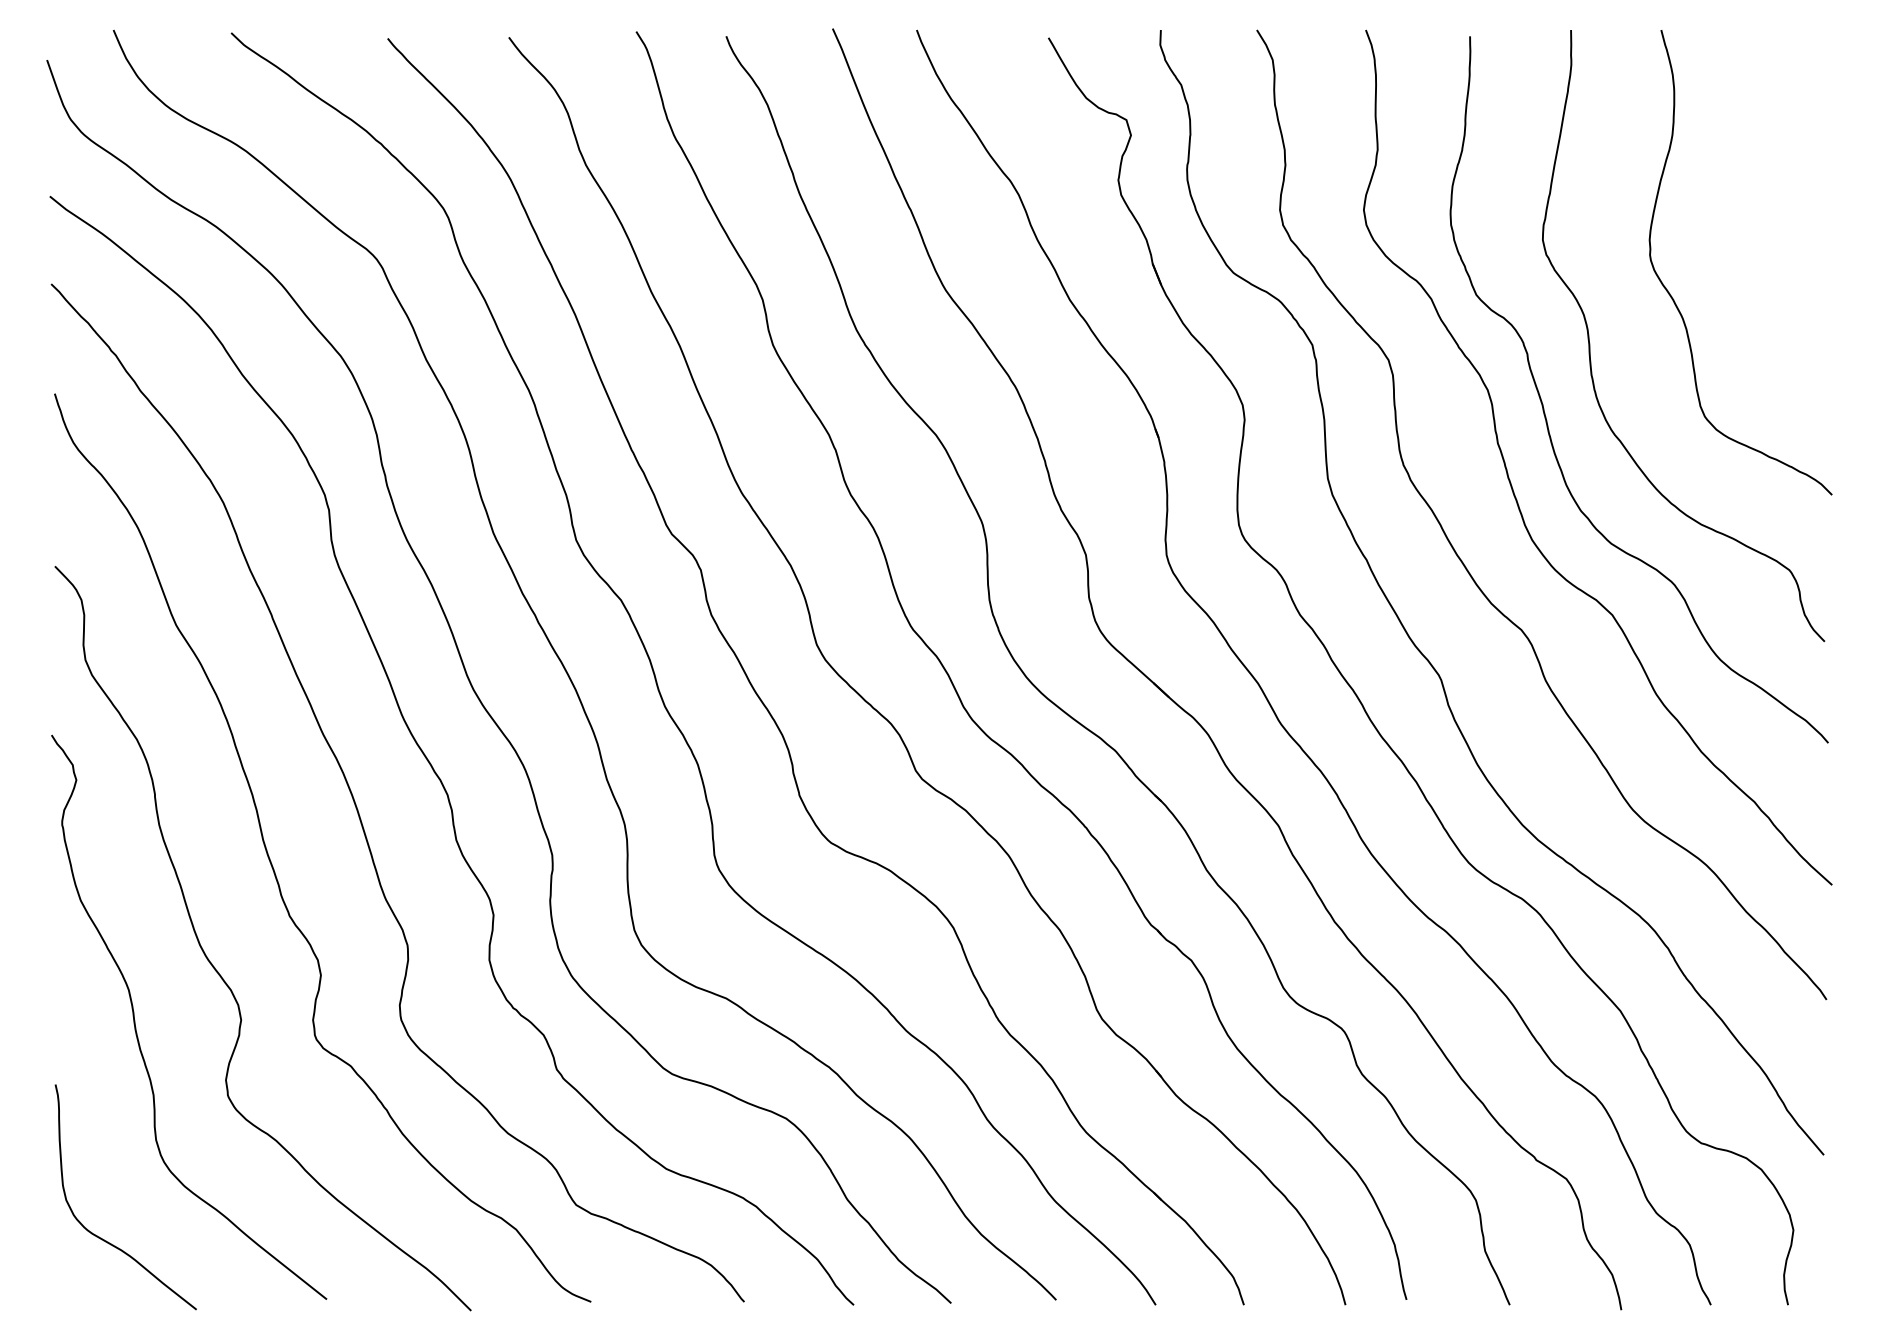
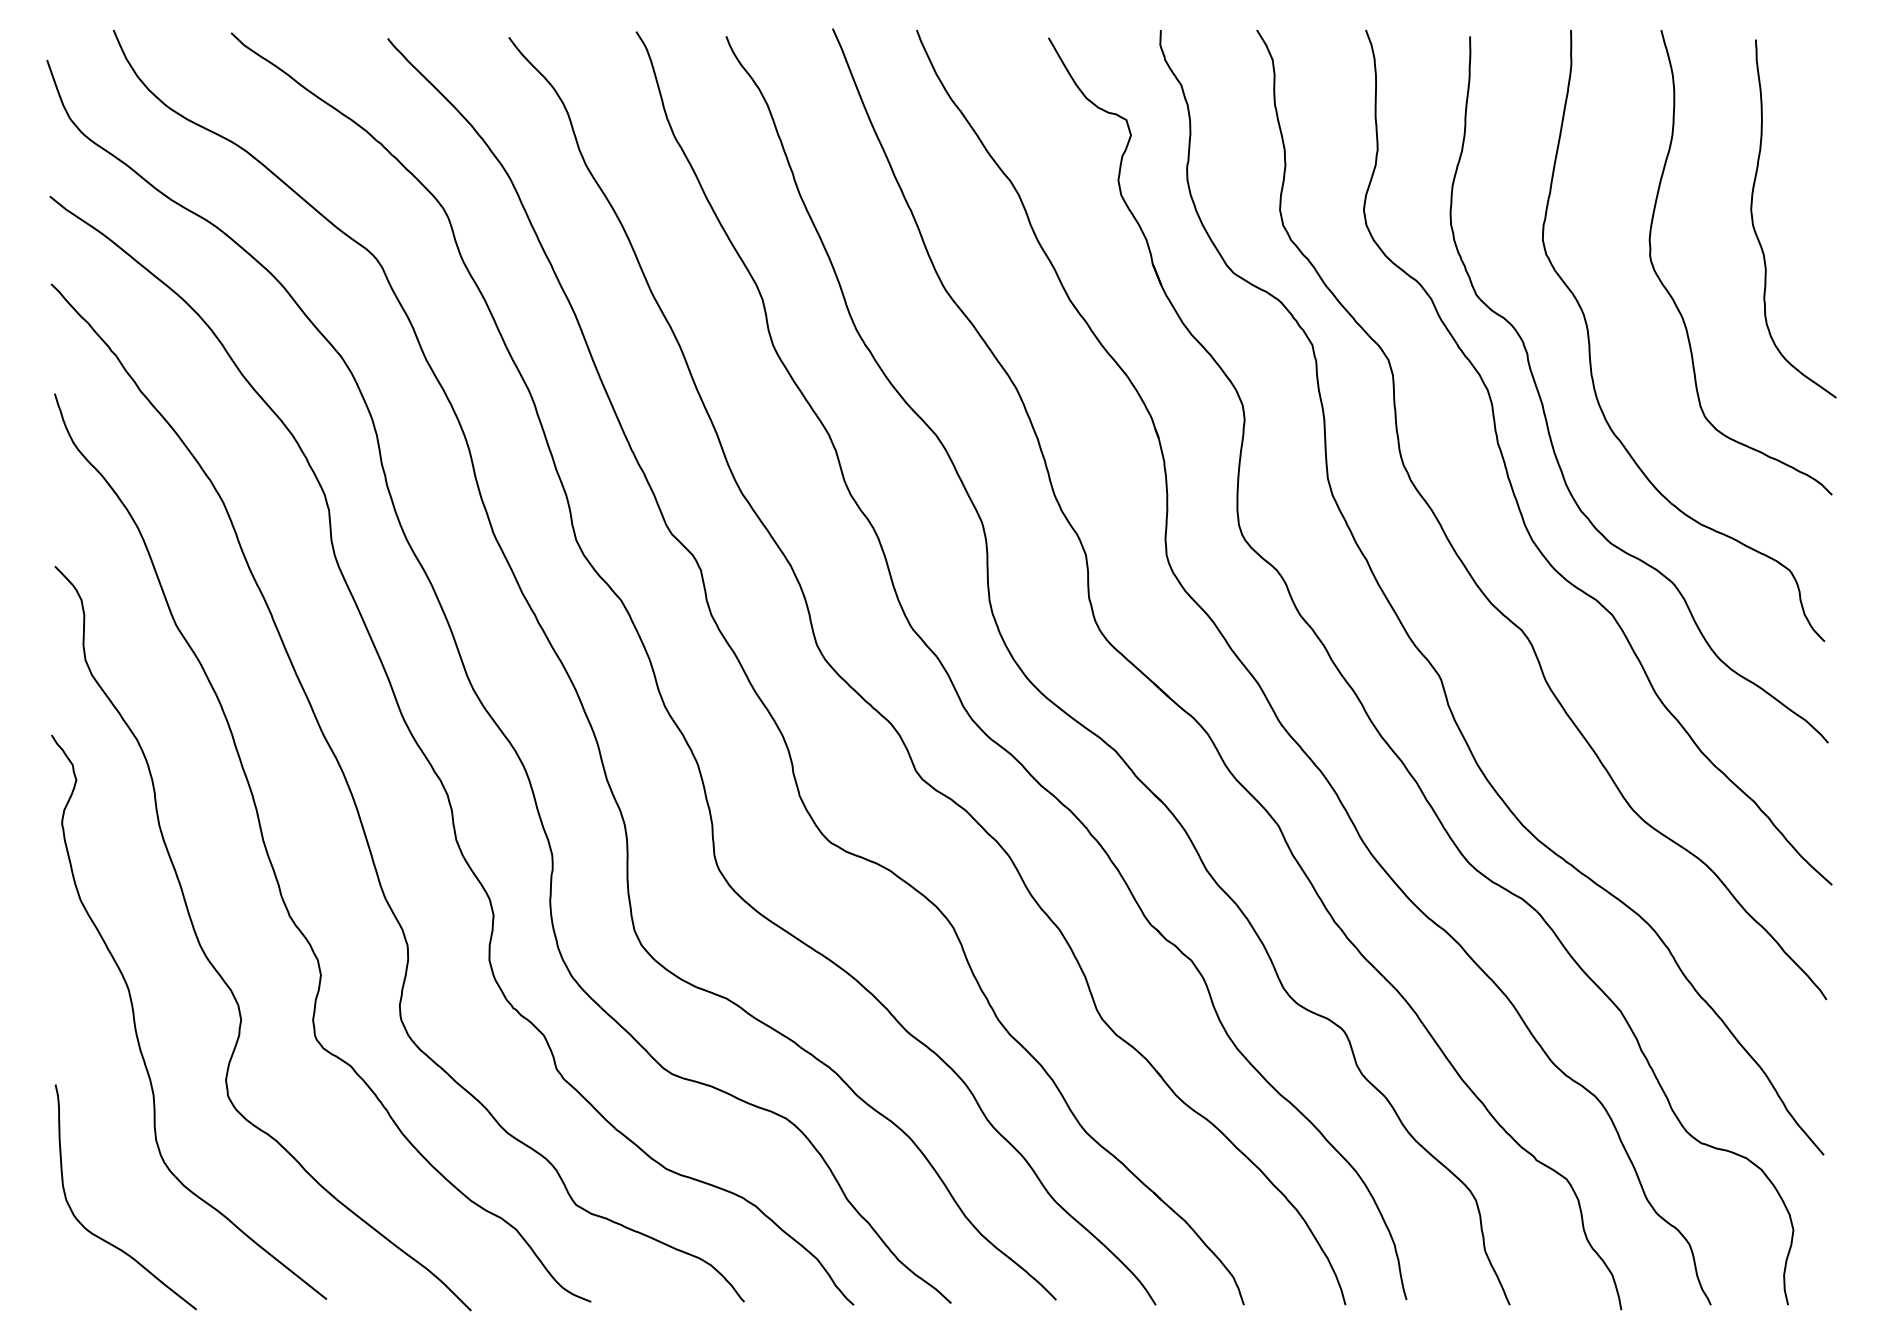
curve at (1757, 234): none -> present
